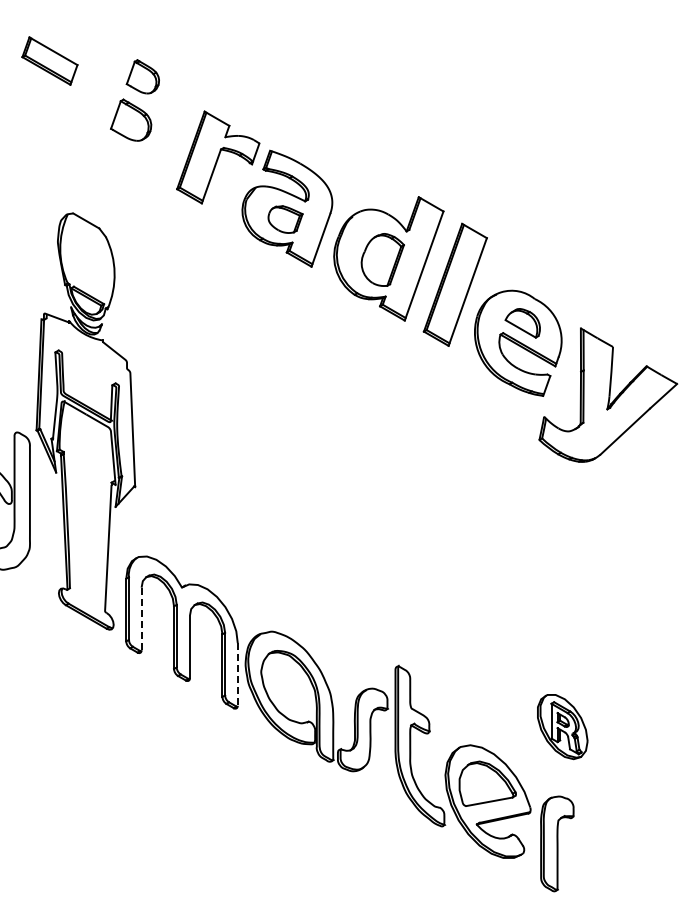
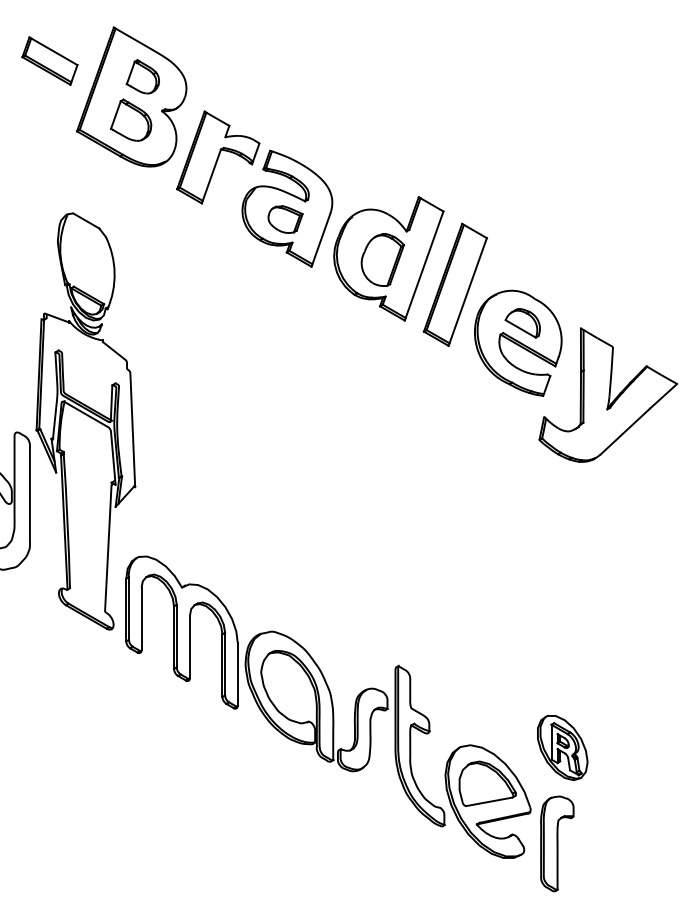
part at (131, 96): none -> present
line at (141, 619): dashed -> solid
line at (237, 674): dashed -> solid
part at (562, 727) position: (562, 727) -> (562, 748)
